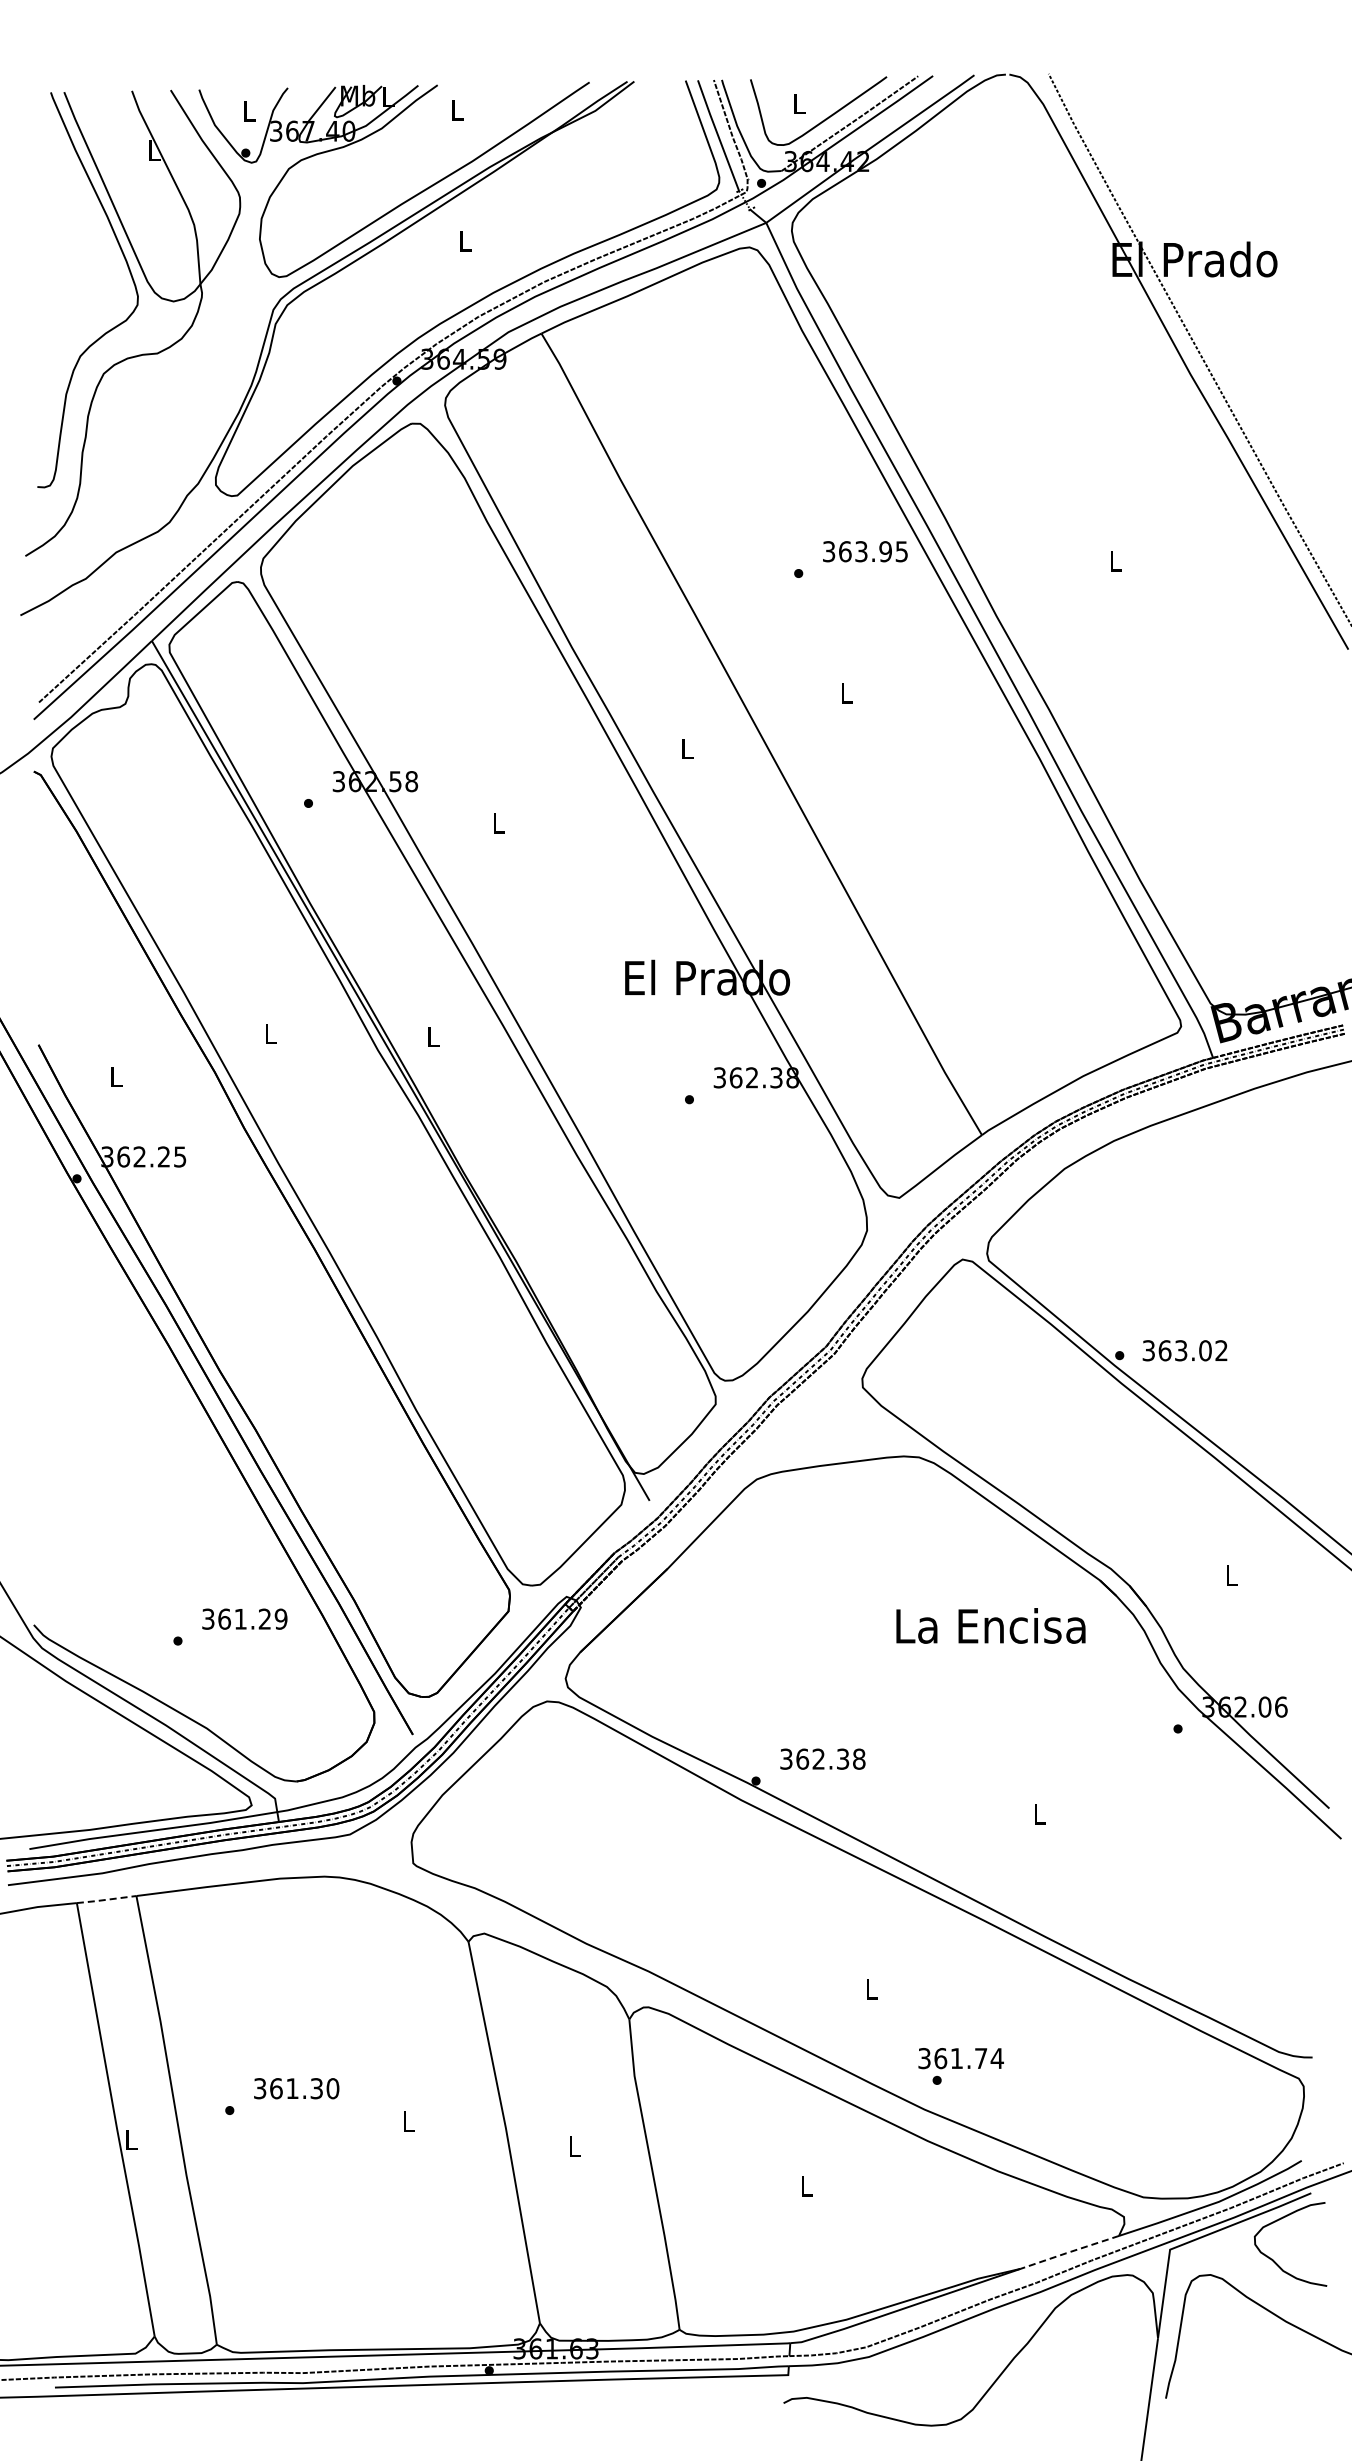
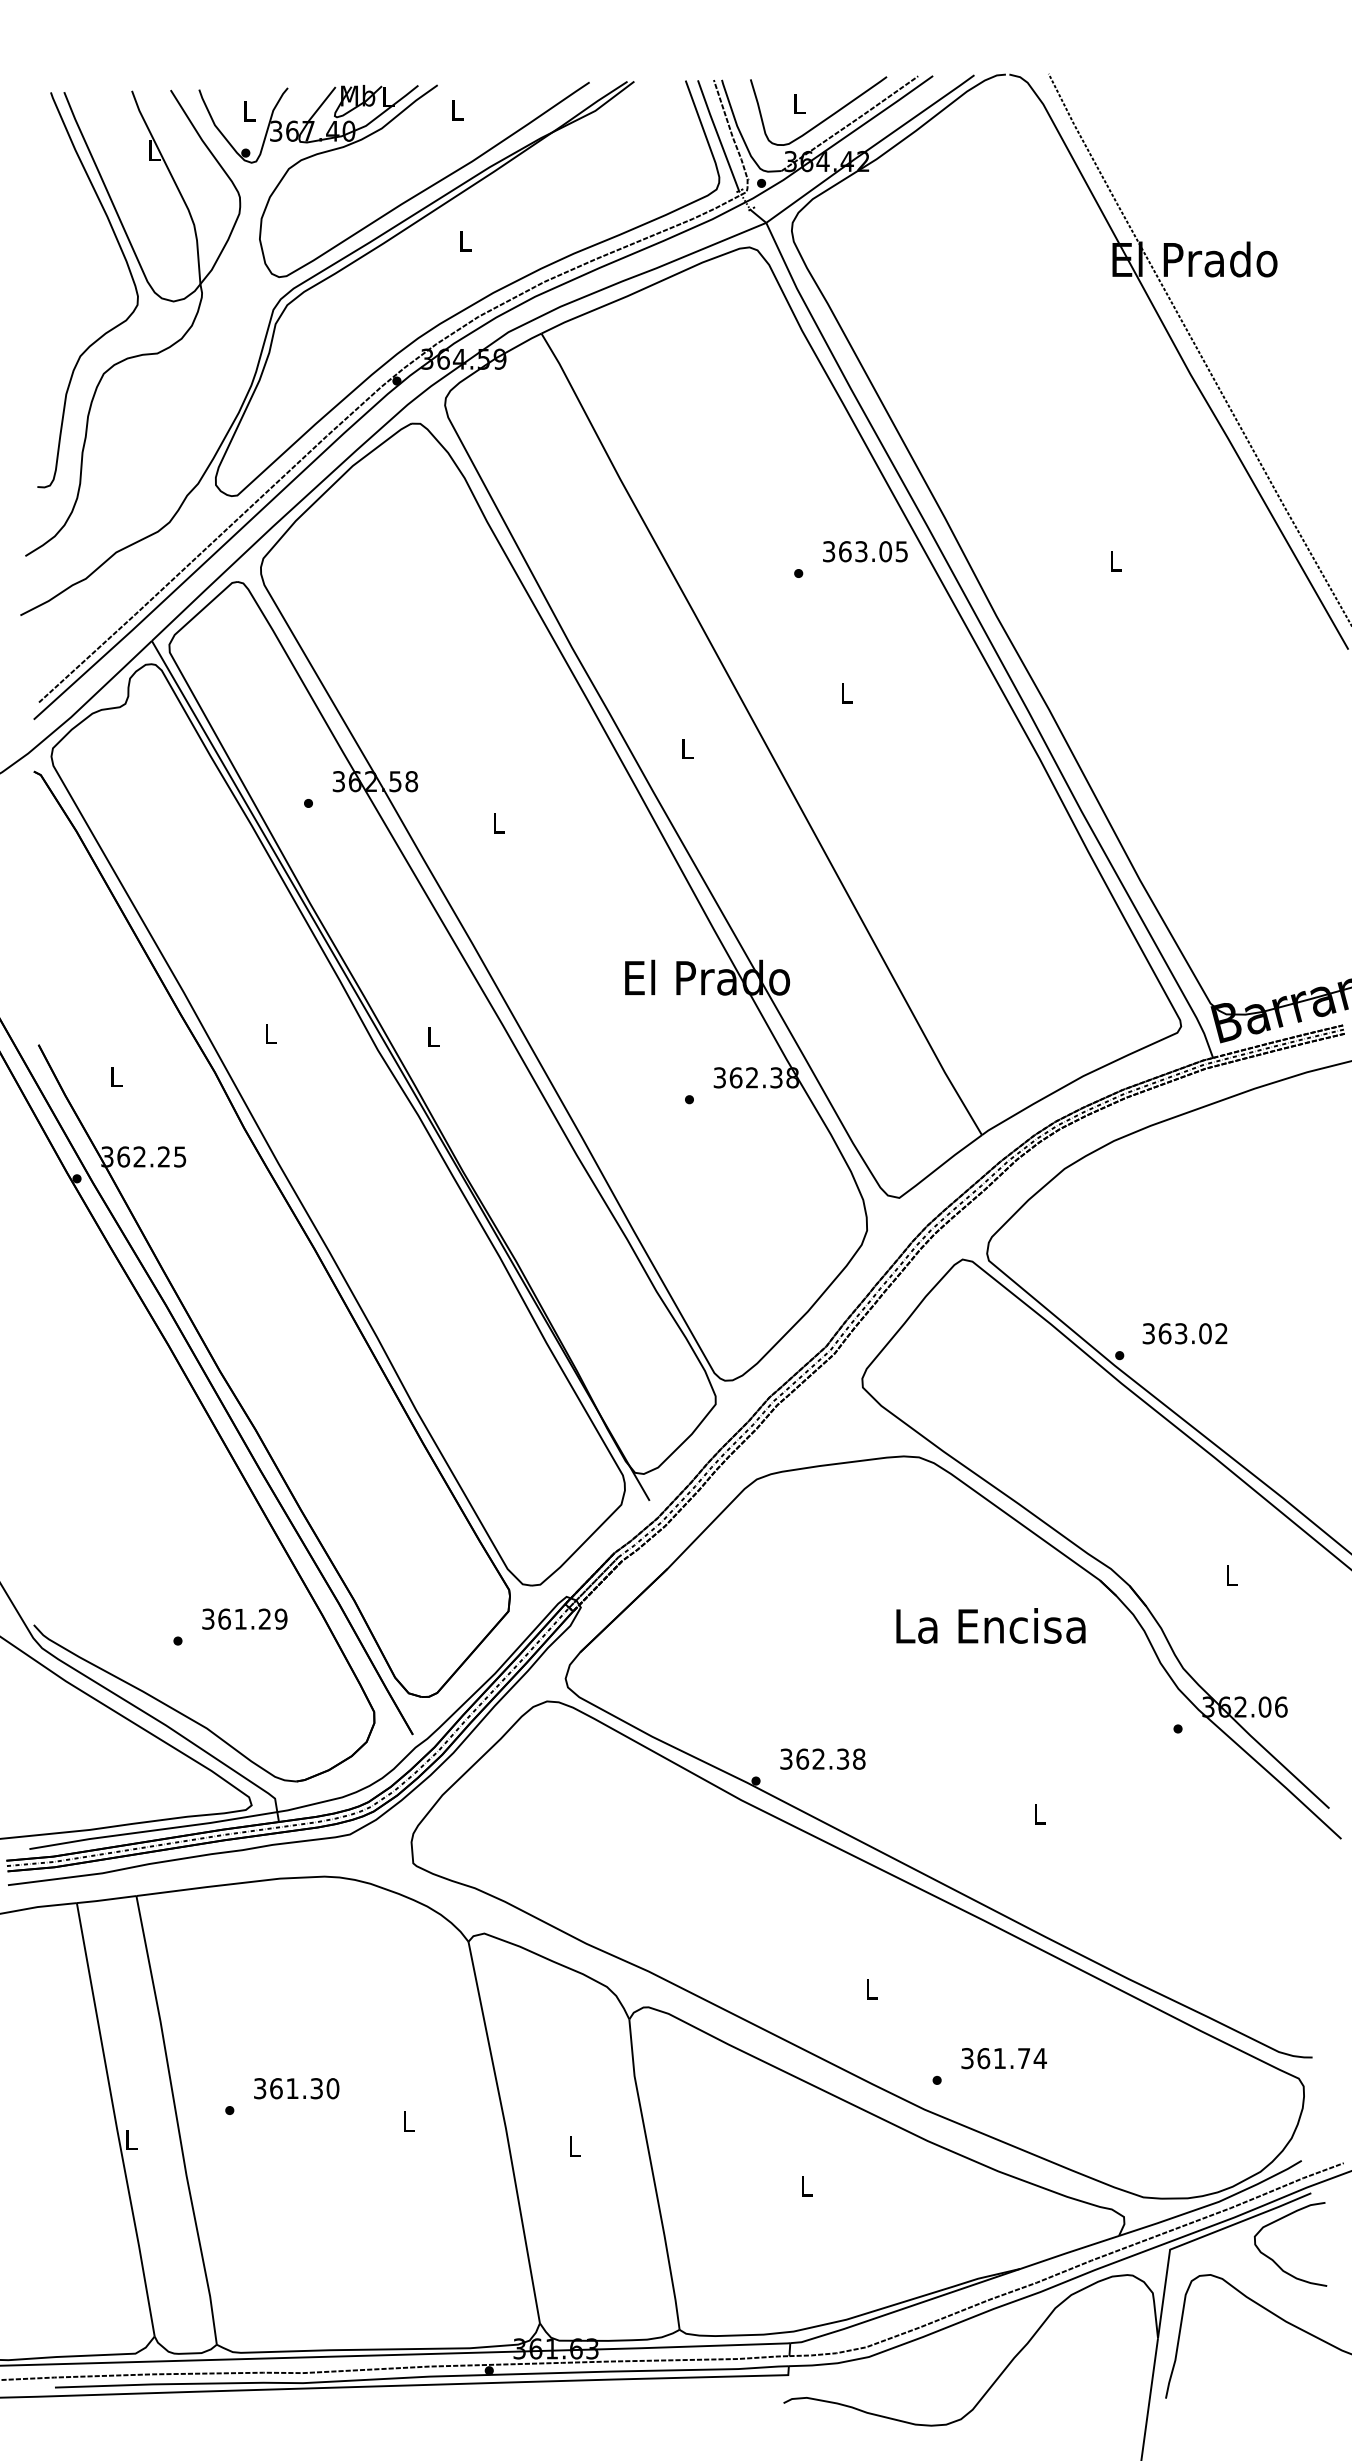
text at (885, 551): 363.95 -> 363.05
text at (1184, 1350) position: (1184, 1350) -> (1184, 1333)
line at (106, 1899): dashed -> solid
text at (960, 2058) position: (960, 2058) -> (1003, 2058)
line at (1069, 2252): dashed -> solid
